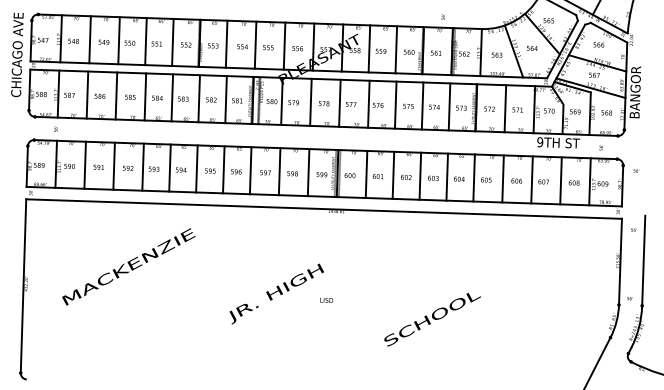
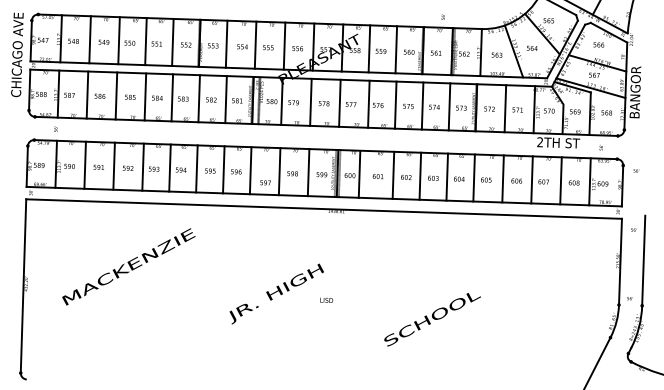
text at (540, 142): 9TH -> 2TH
text at (265, 172) position: (265, 172) -> (265, 182)
line at (366, 174) position: (366, 174) -> (359, 174)
